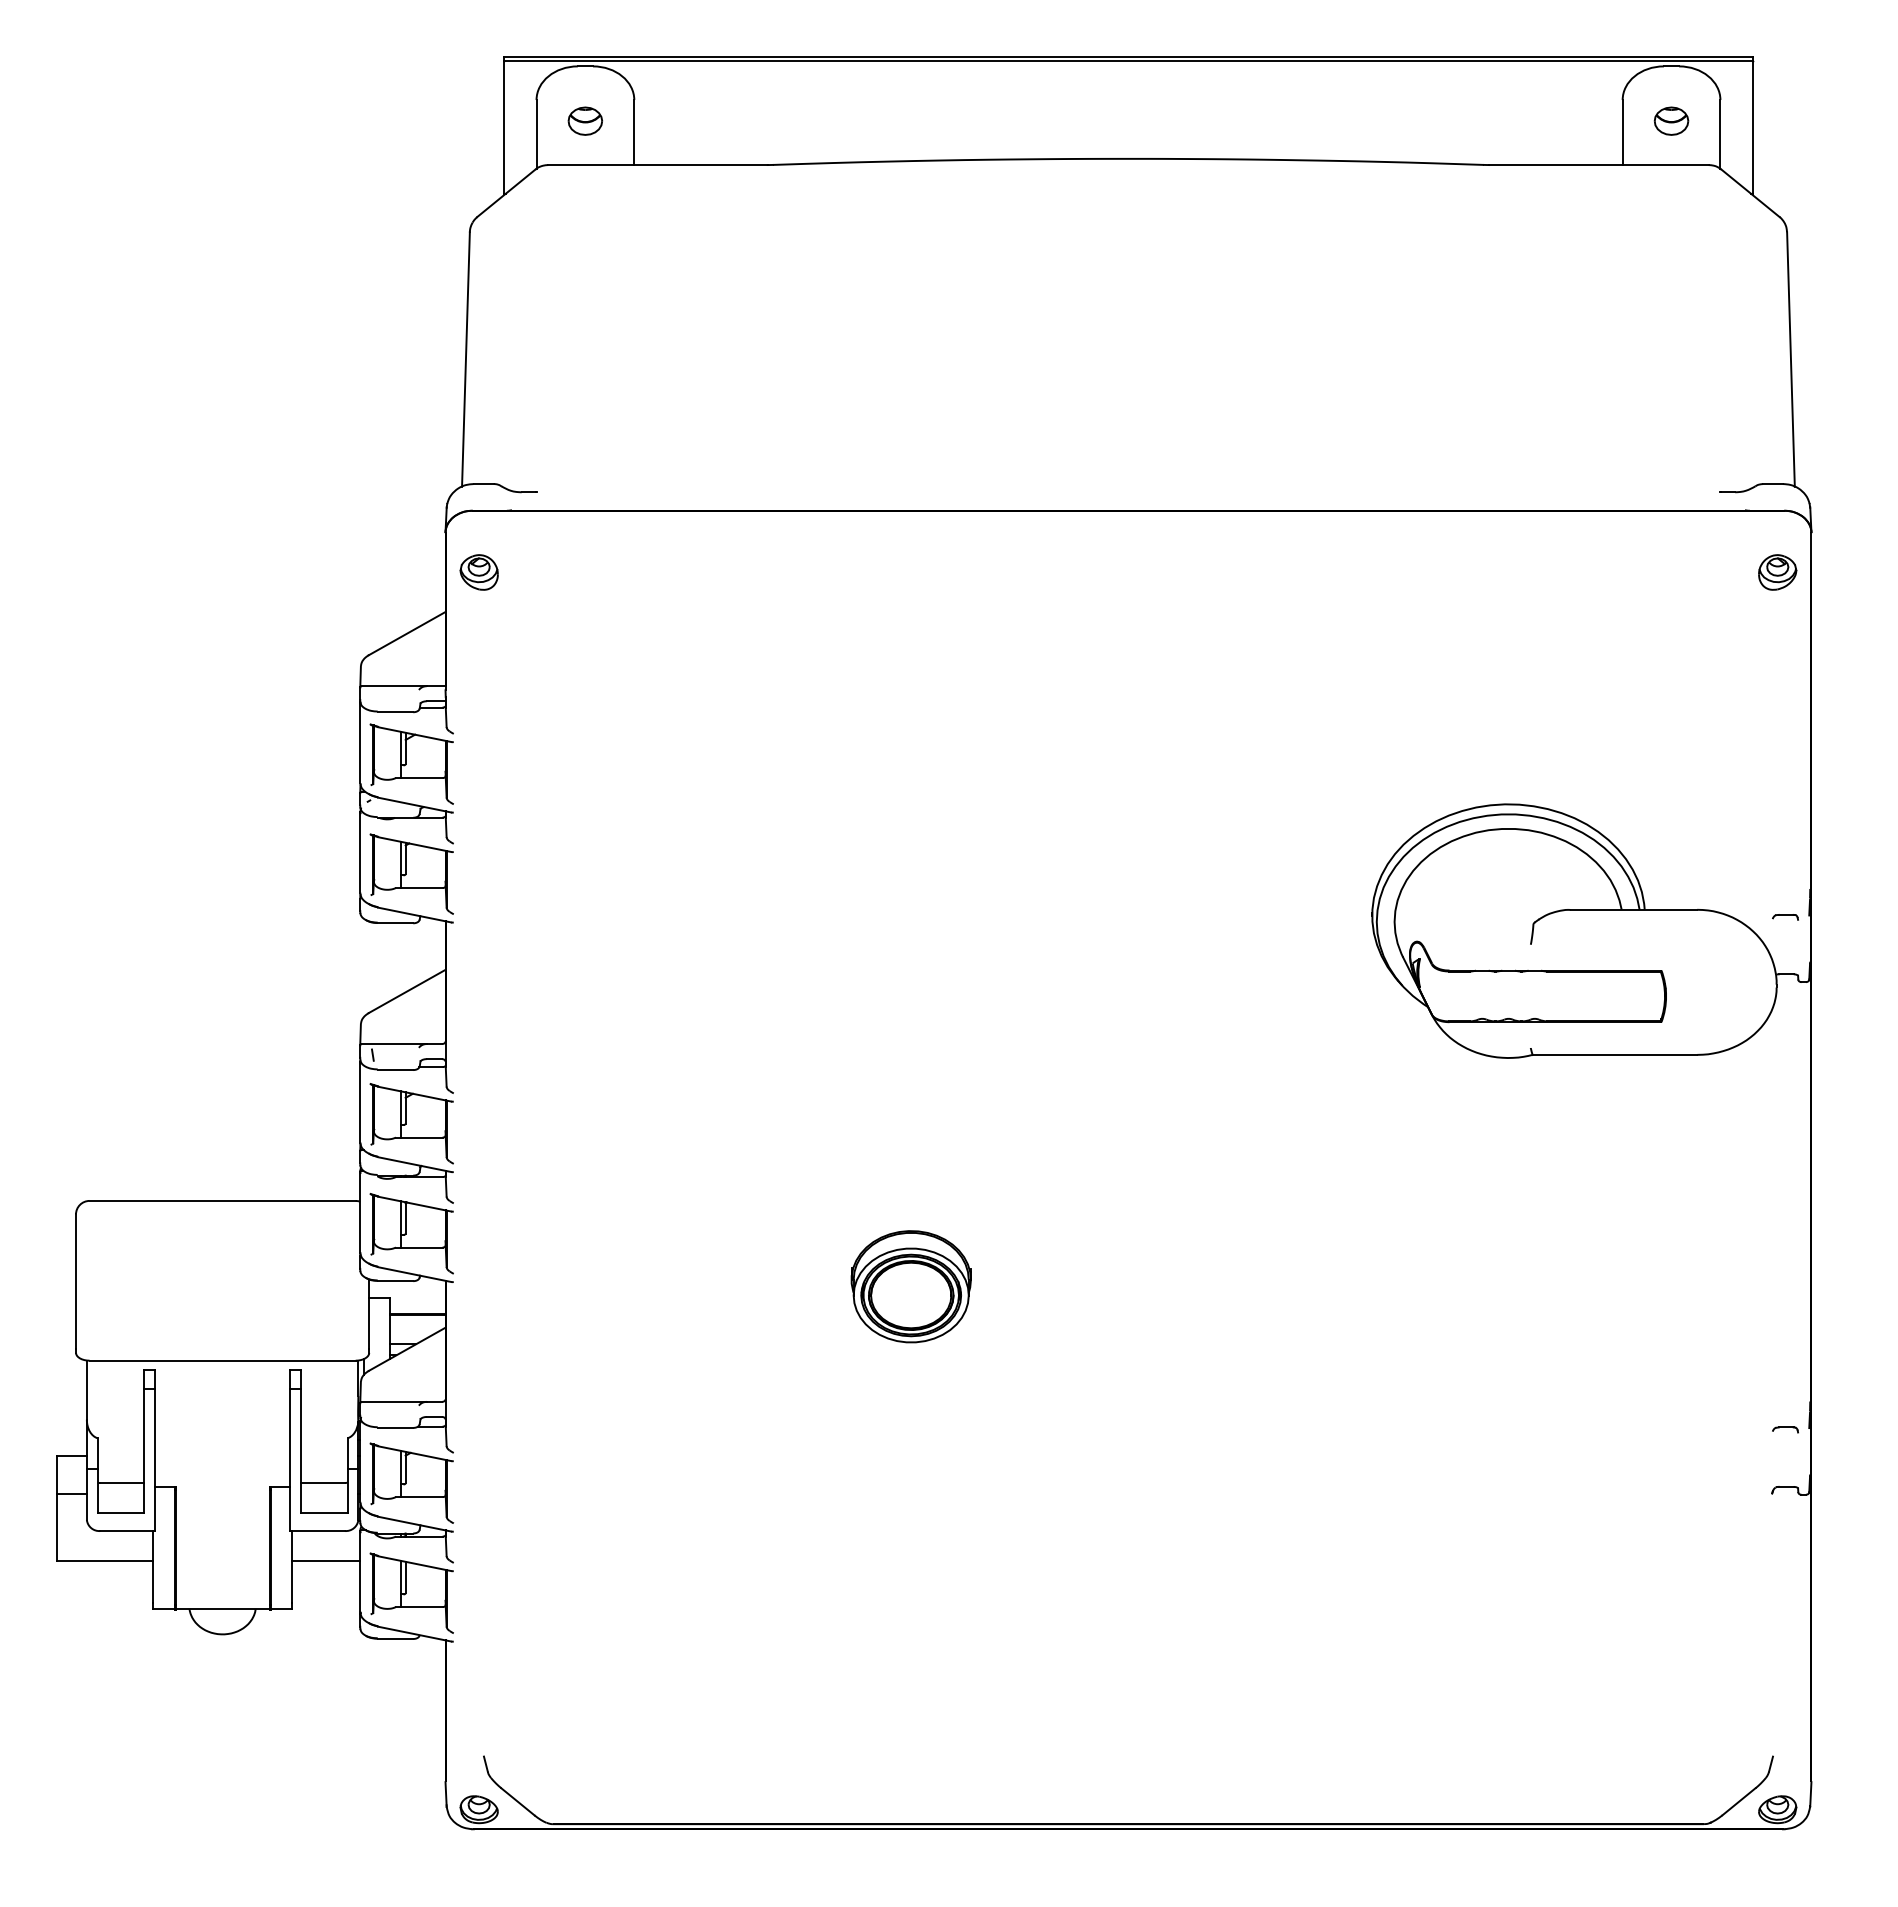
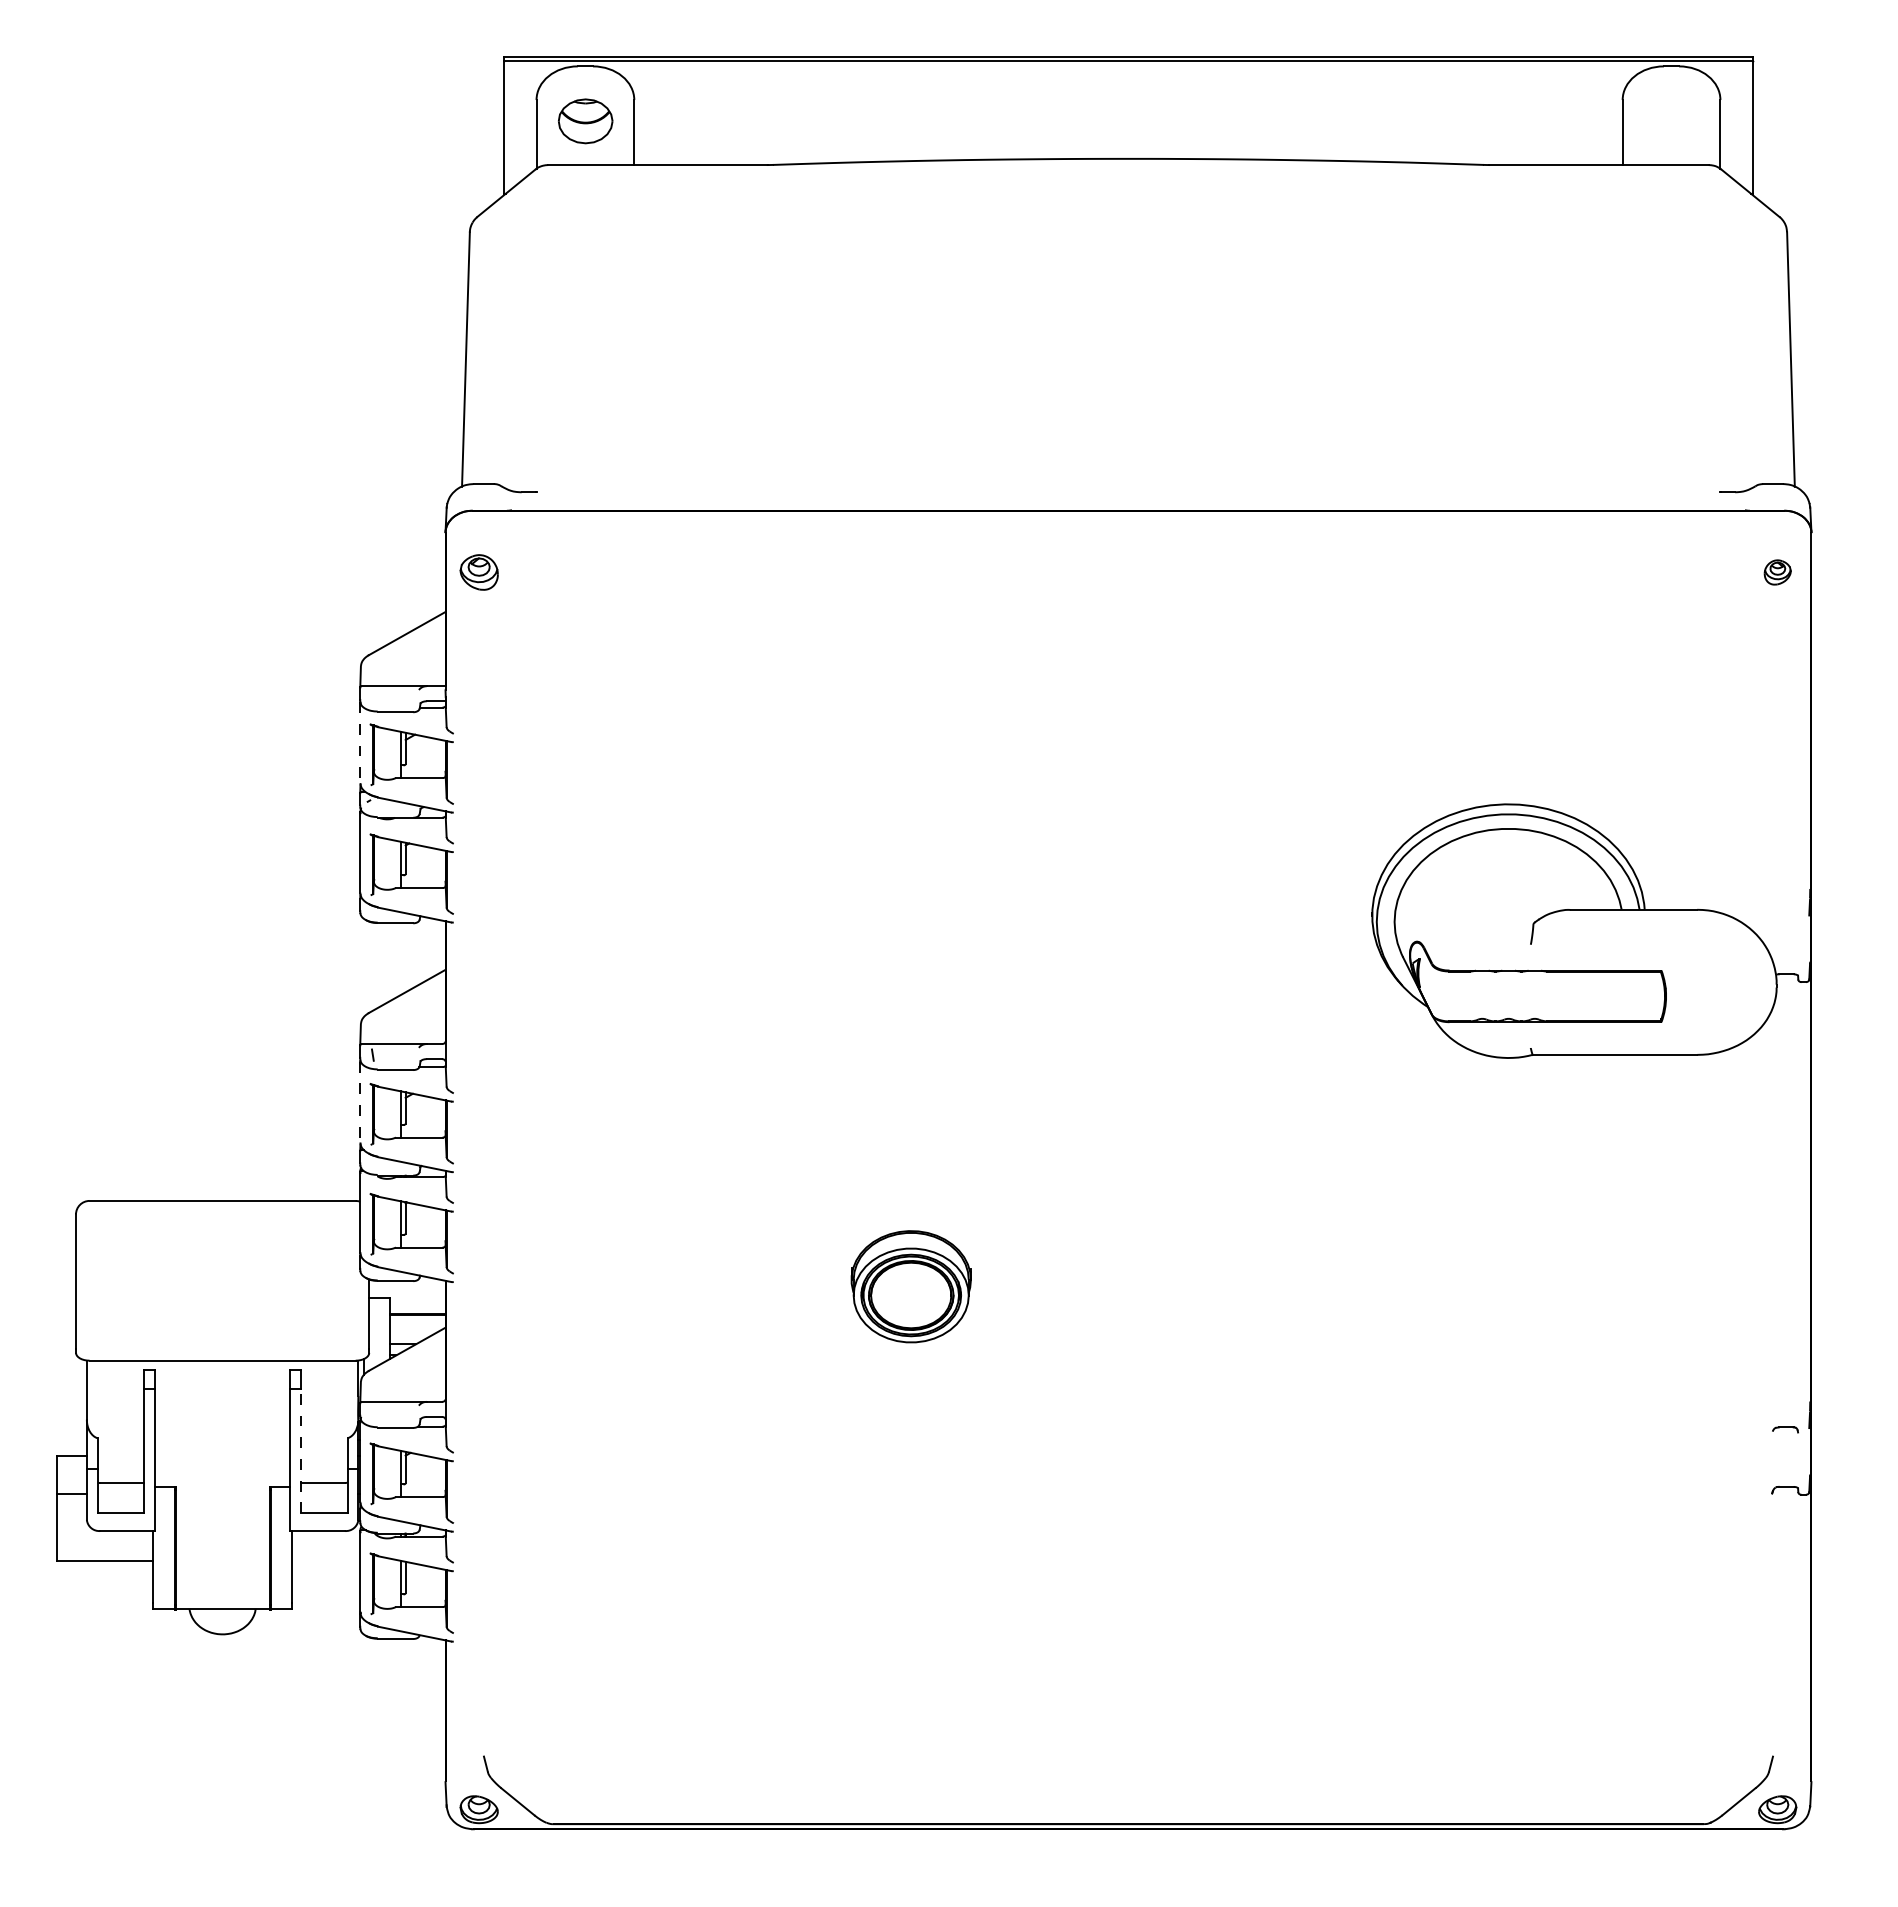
part at (584, 120) size: 36x30 px -> 56x47 px
part at (1671, 120): present -> none
part at (1777, 572) size: 40x37 px -> 29x27 px
line at (360, 743): solid -> dashed
part at (1785, 917): present -> none
line at (360, 1102): solid -> dashed
line at (300, 1450): solid -> dashed
line at (326, 1560): present -> none
